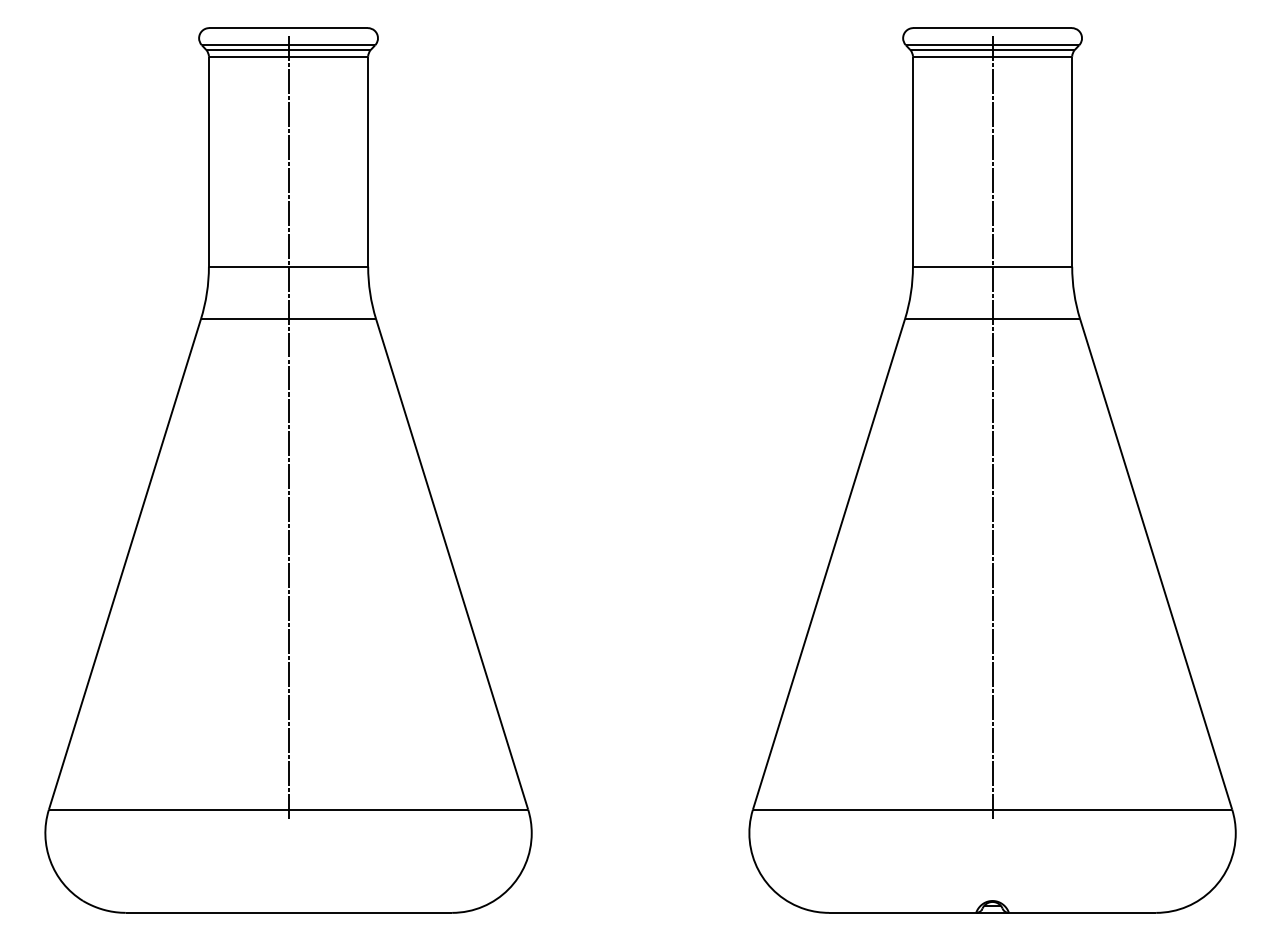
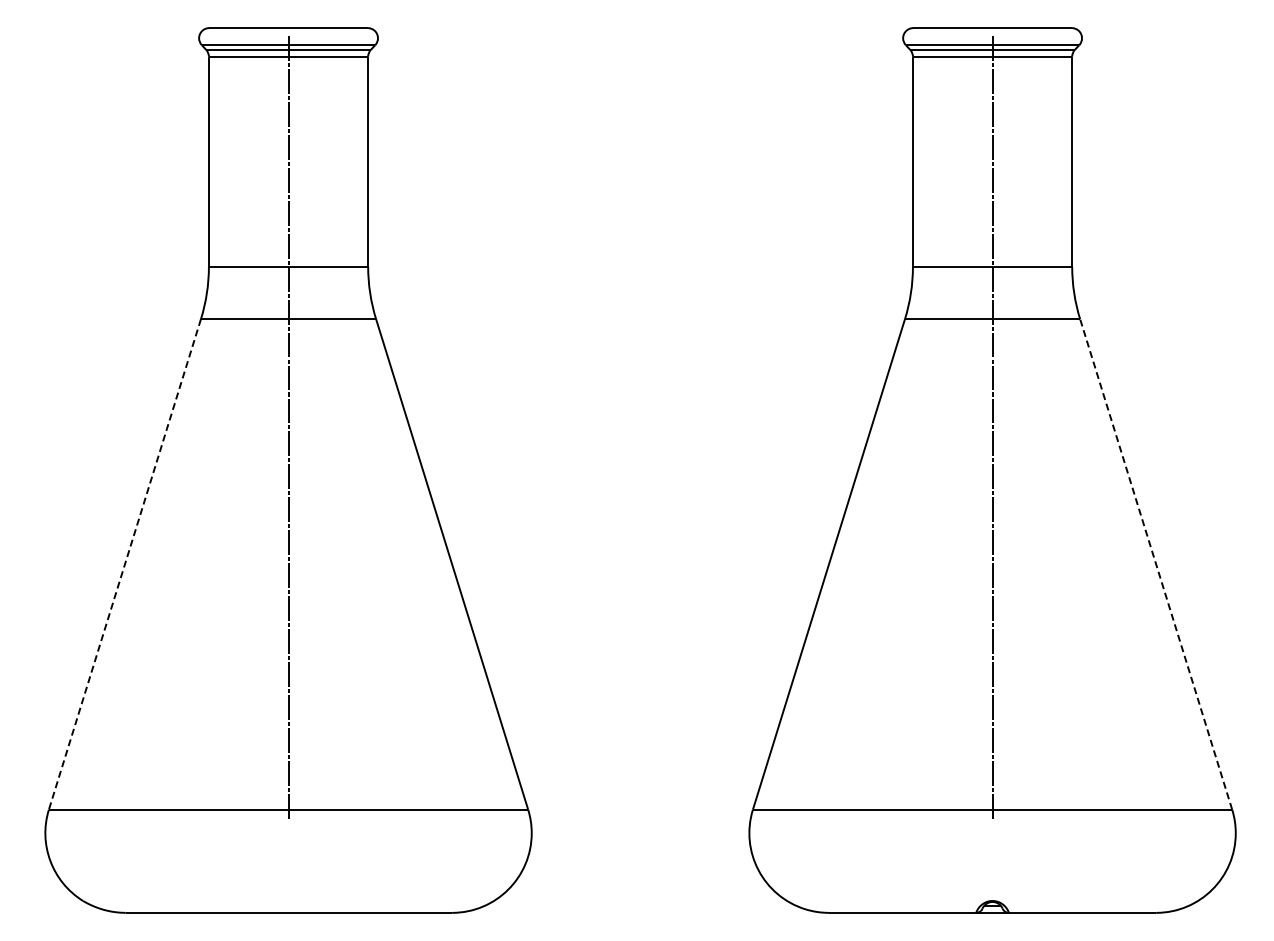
line at (124, 564): solid -> dashed
line at (1156, 564): solid -> dashed
